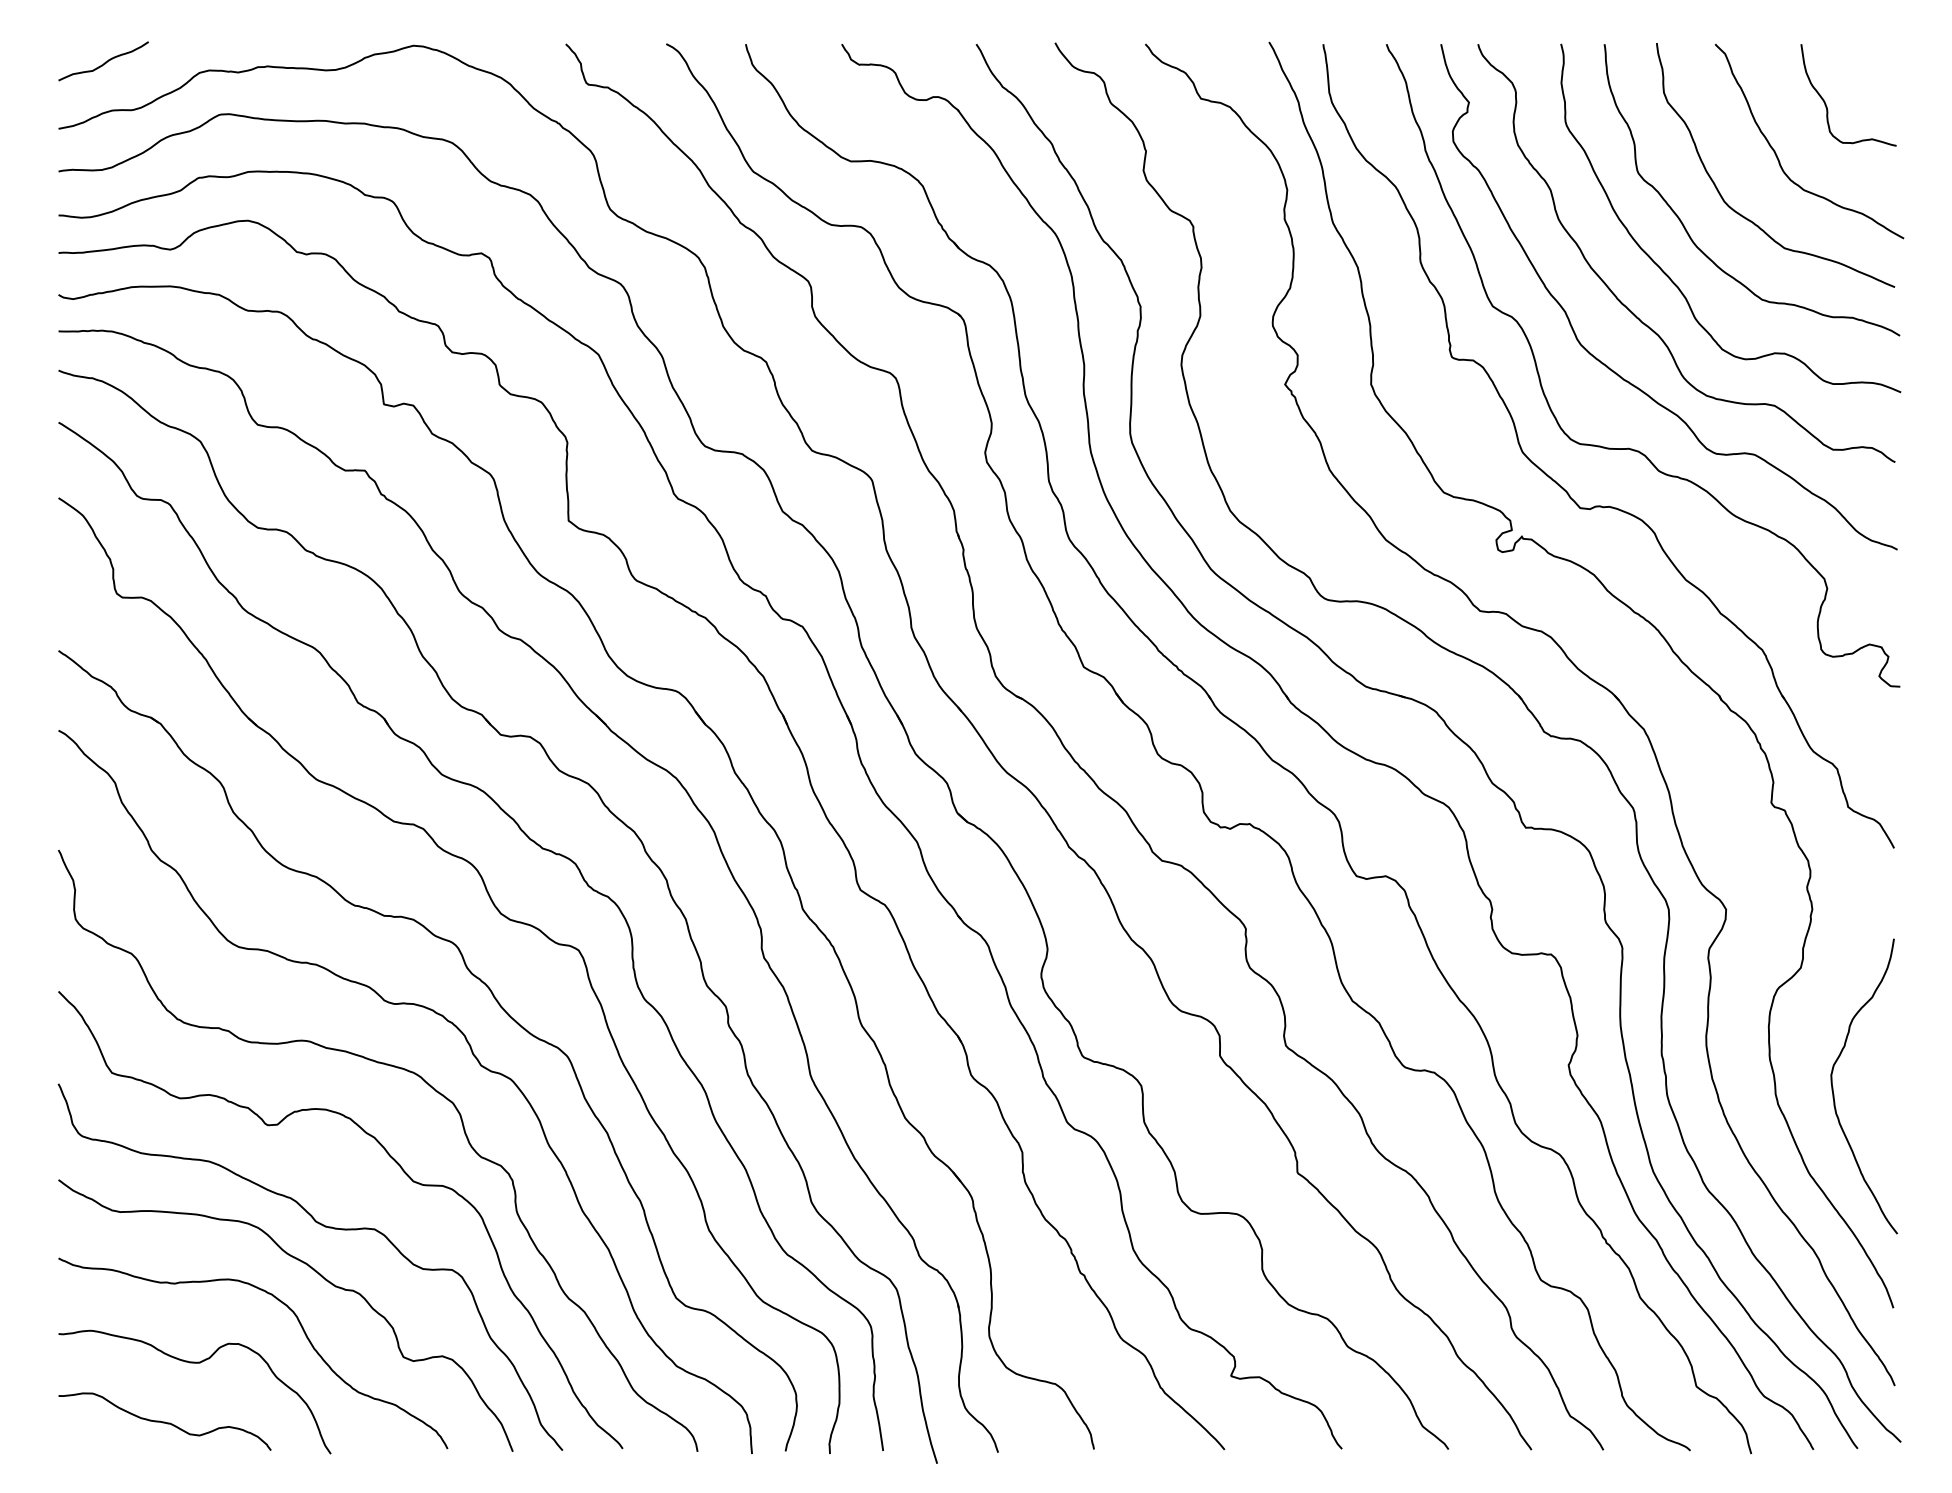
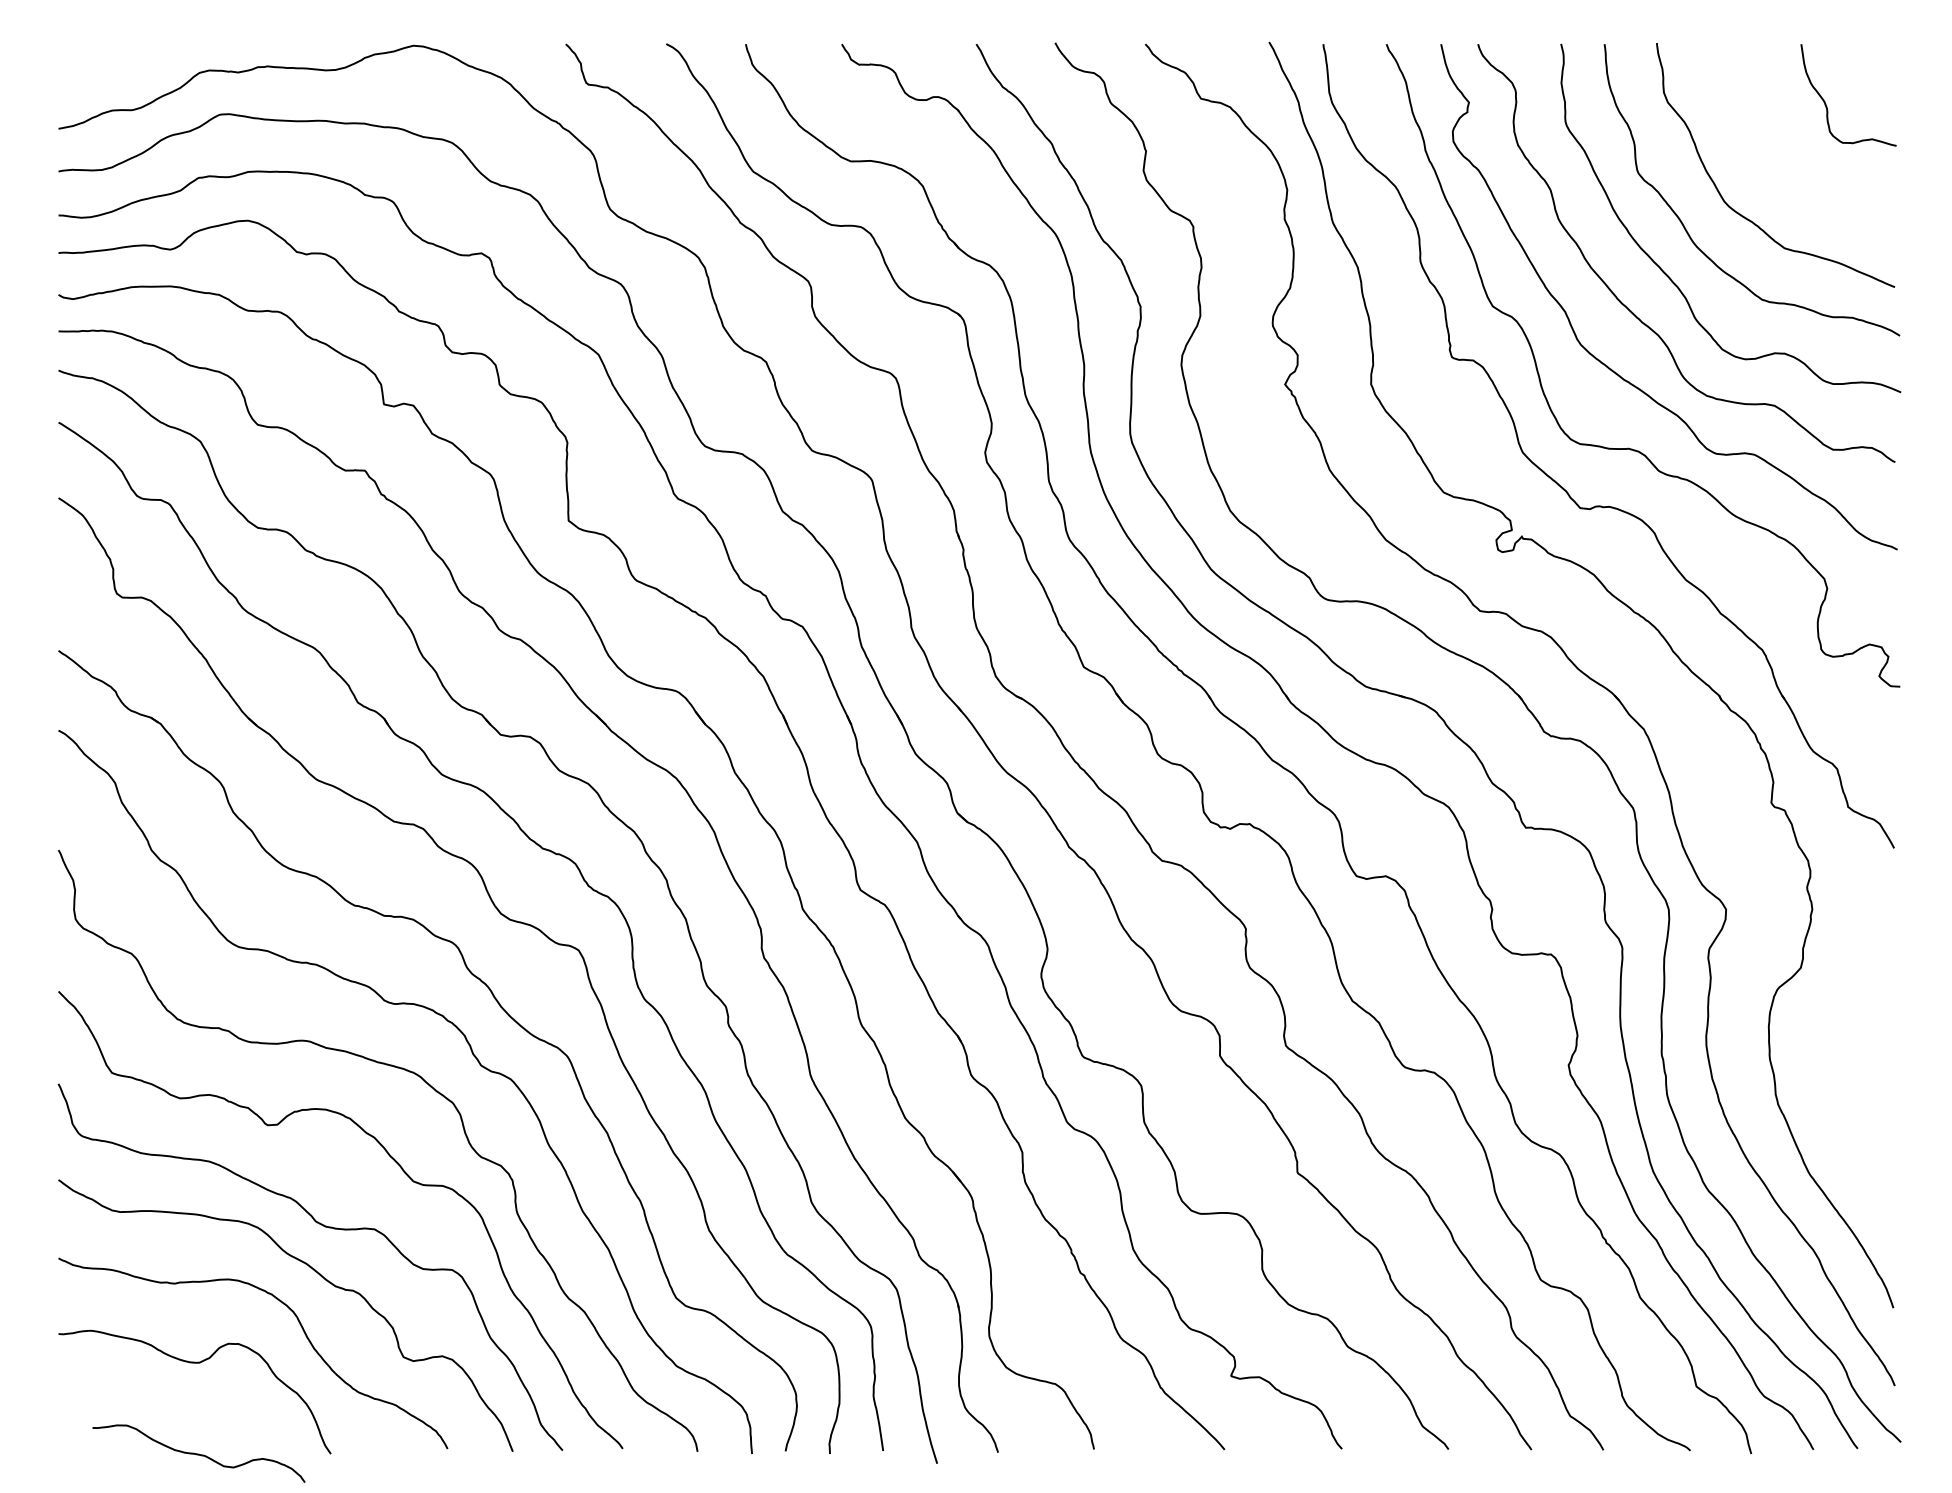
curve at (104, 62): present -> none
curve at (1778, 157): present -> none
curve at (1833, 1087): present -> none
curve at (164, 1421) position: (164, 1421) -> (198, 1453)
